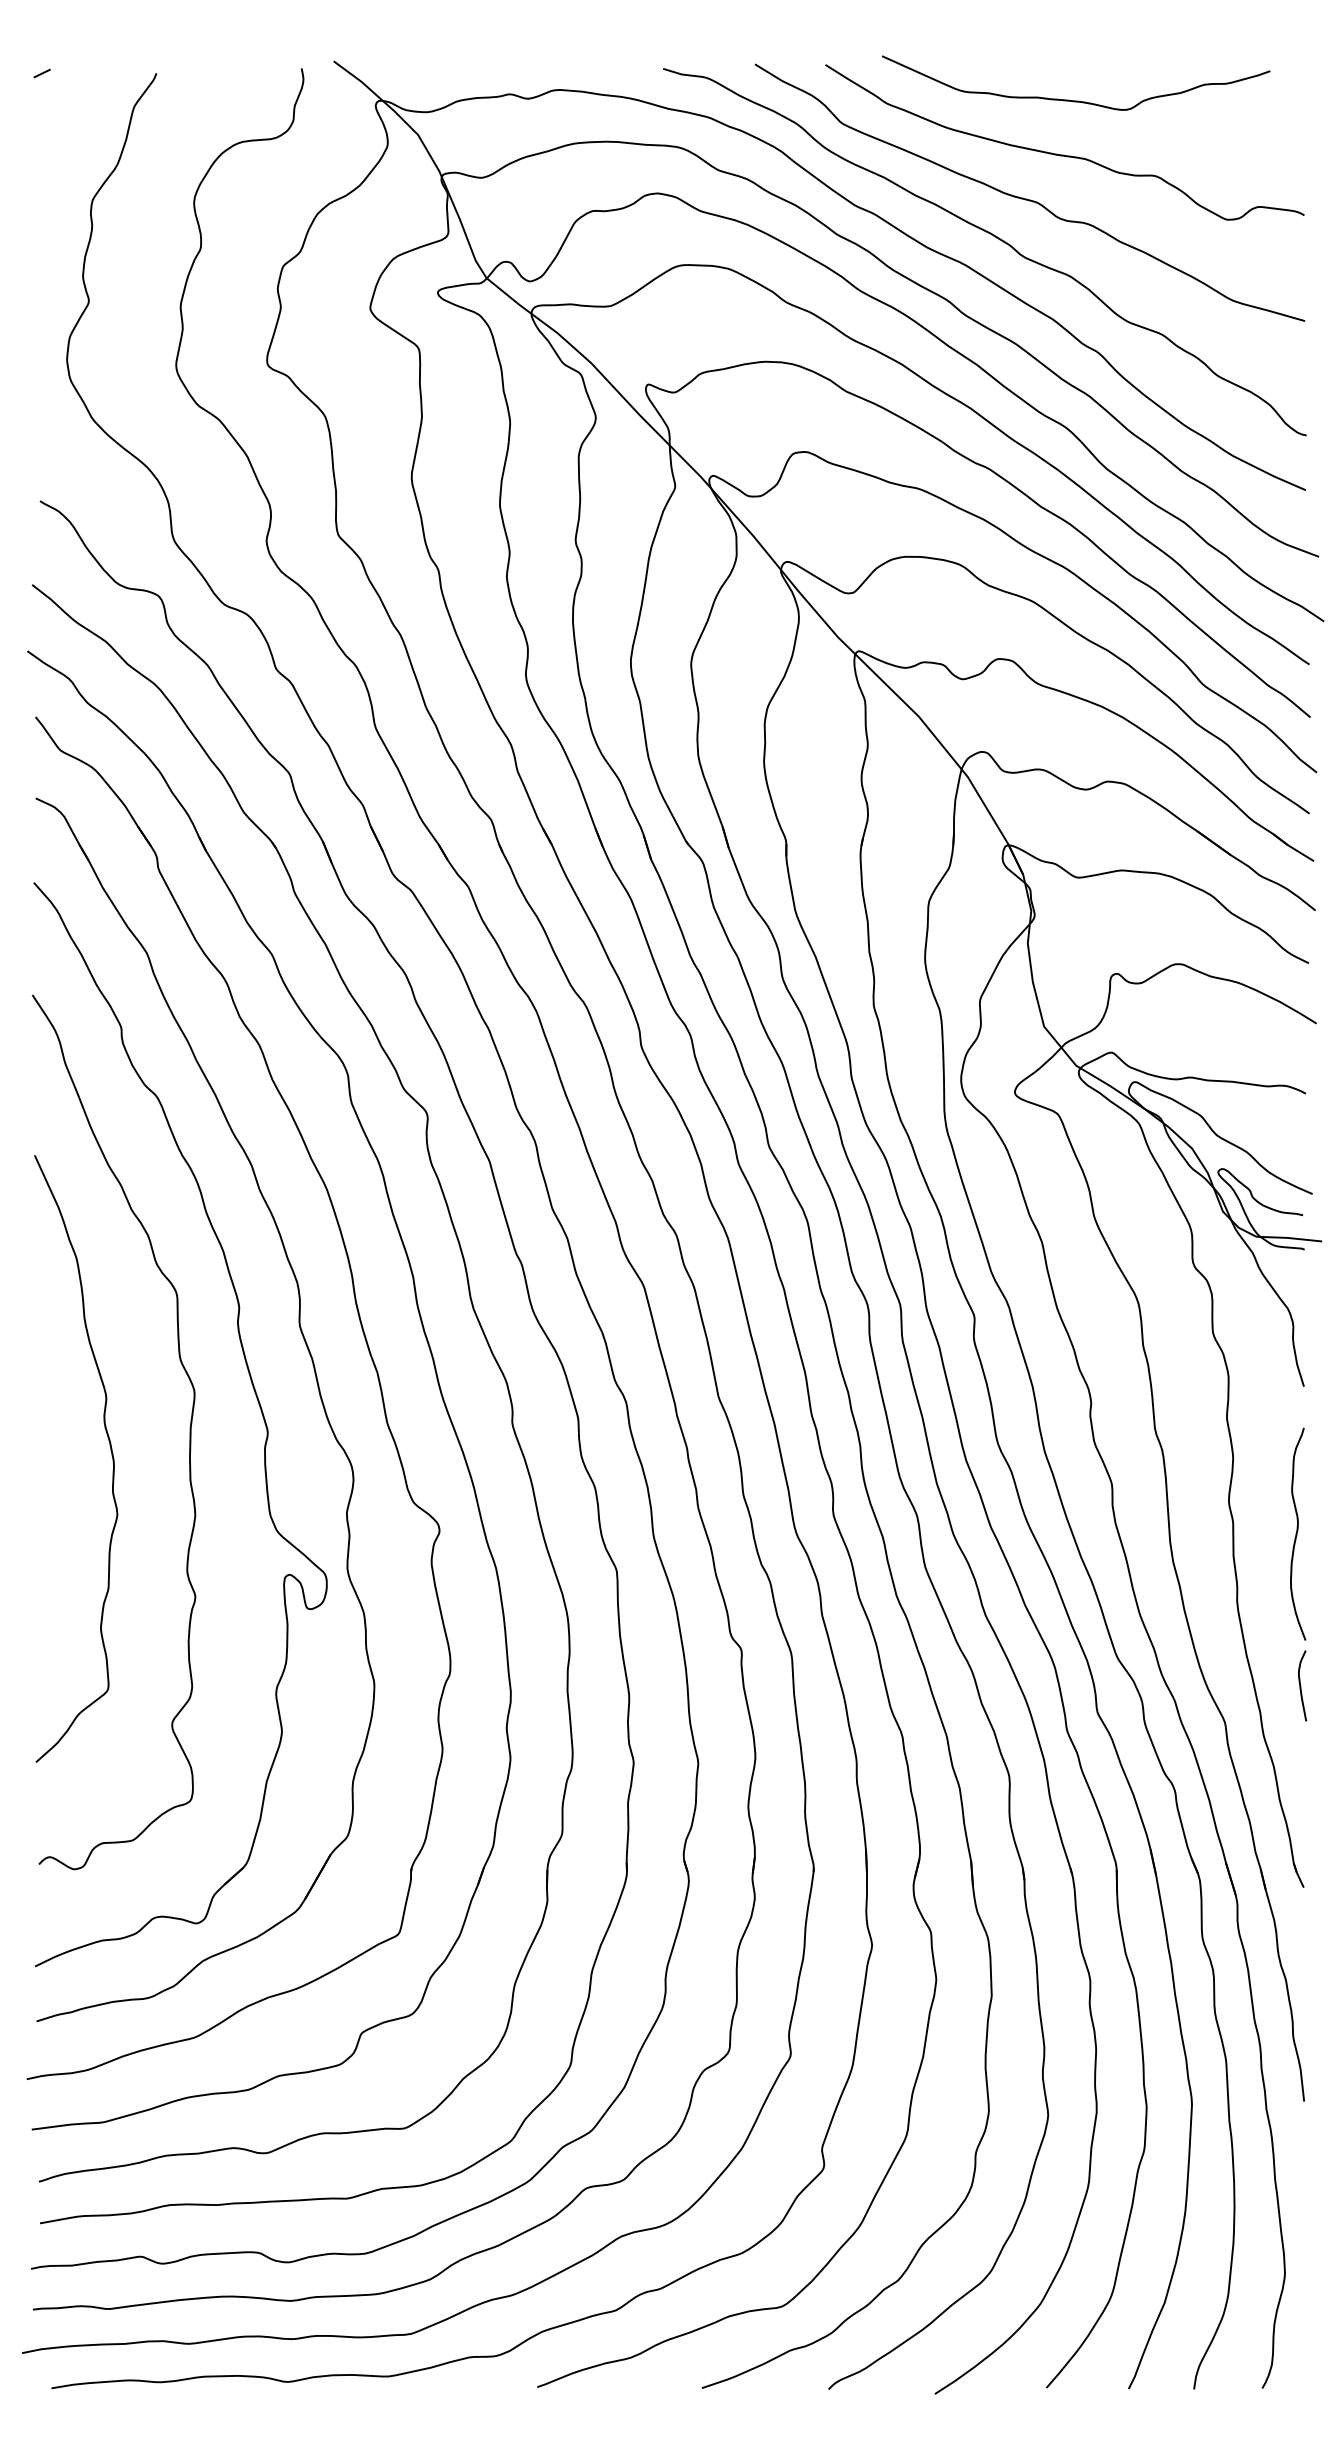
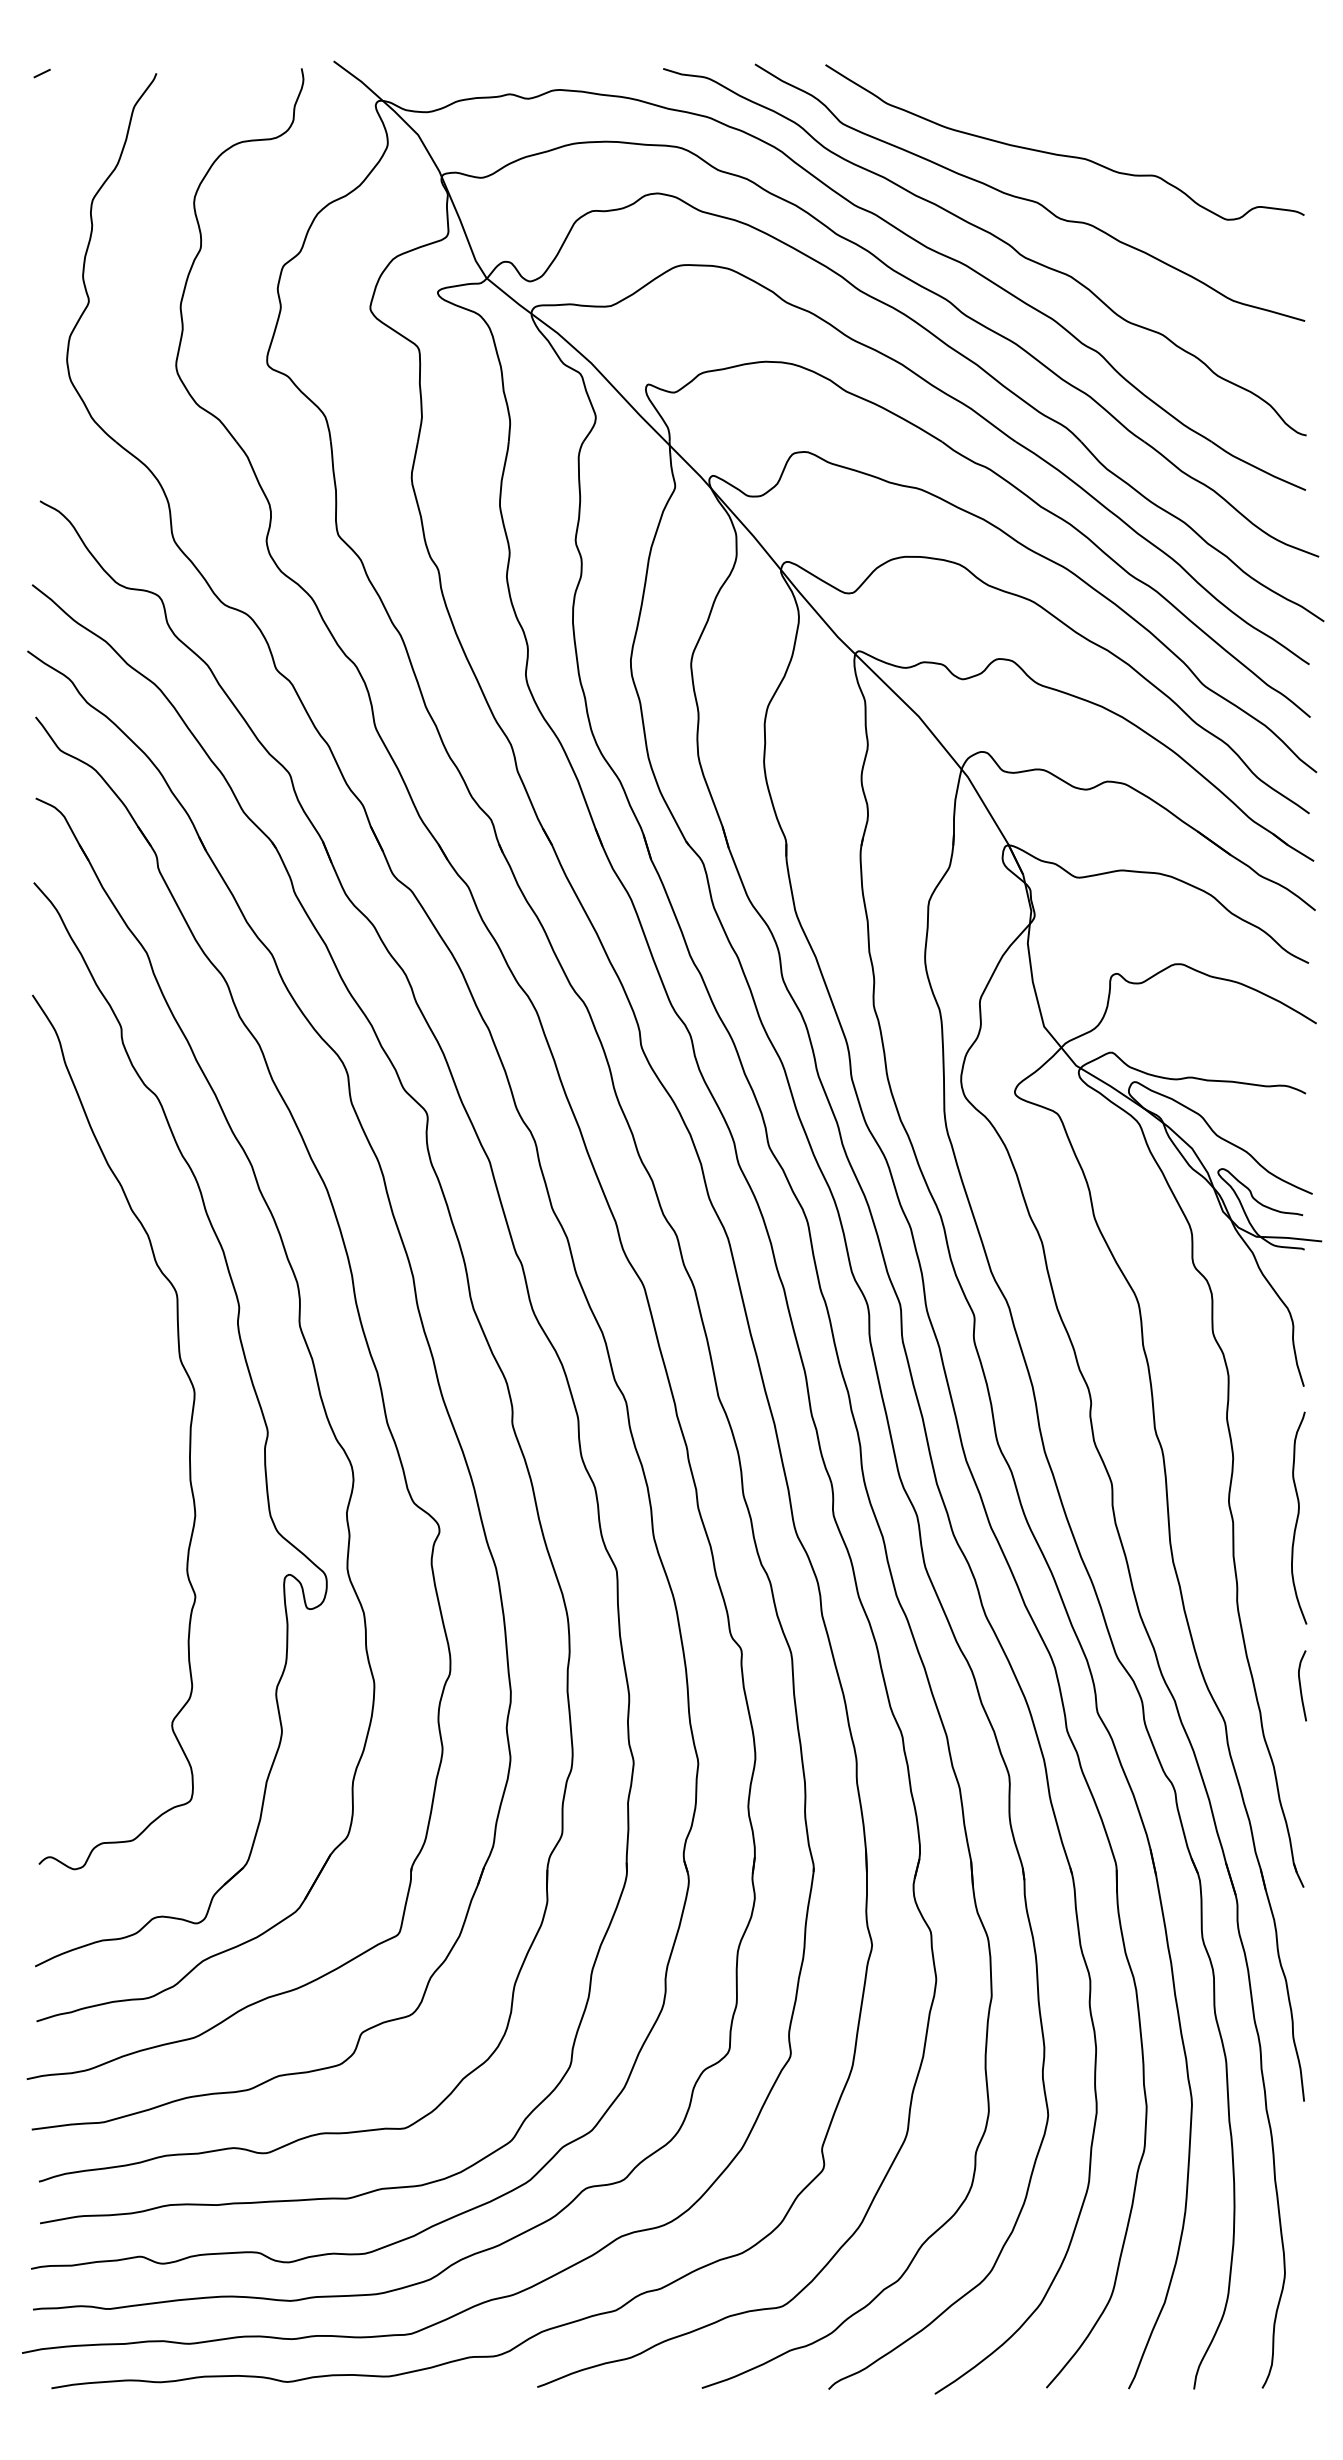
curve at (1075, 100): present -> none
curve at (110, 1450): present -> none
curve at (1297, 1533) position: (1297, 1533) -> (1298, 1517)
